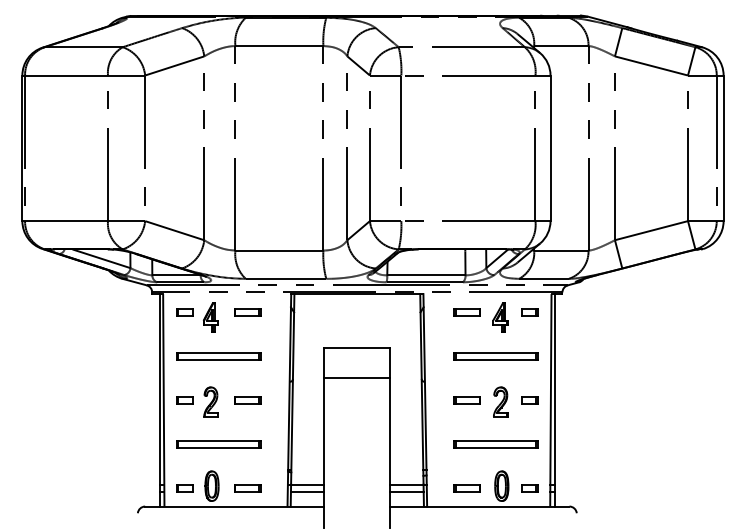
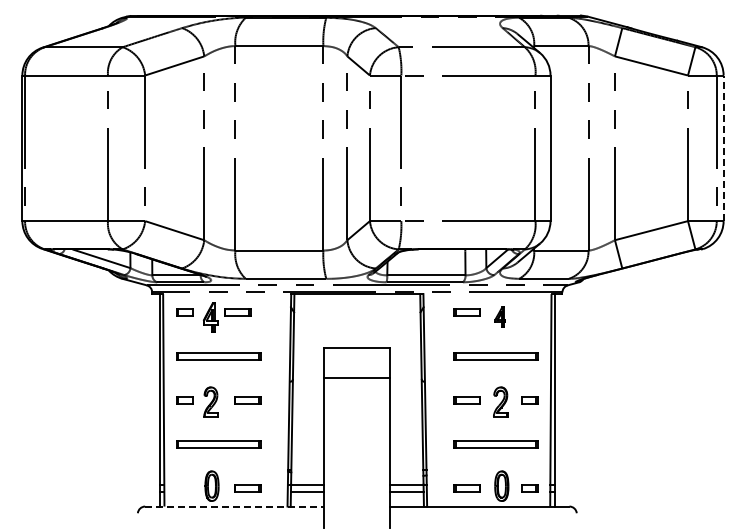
line at (723, 148): solid -> dashed
part at (247, 312) position: (247, 312) -> (237, 312)
part at (529, 312): present -> none
part at (500, 317) size: 17x31 px -> 12x22 px
part at (184, 488): present -> none
line at (234, 506): solid -> dashed
